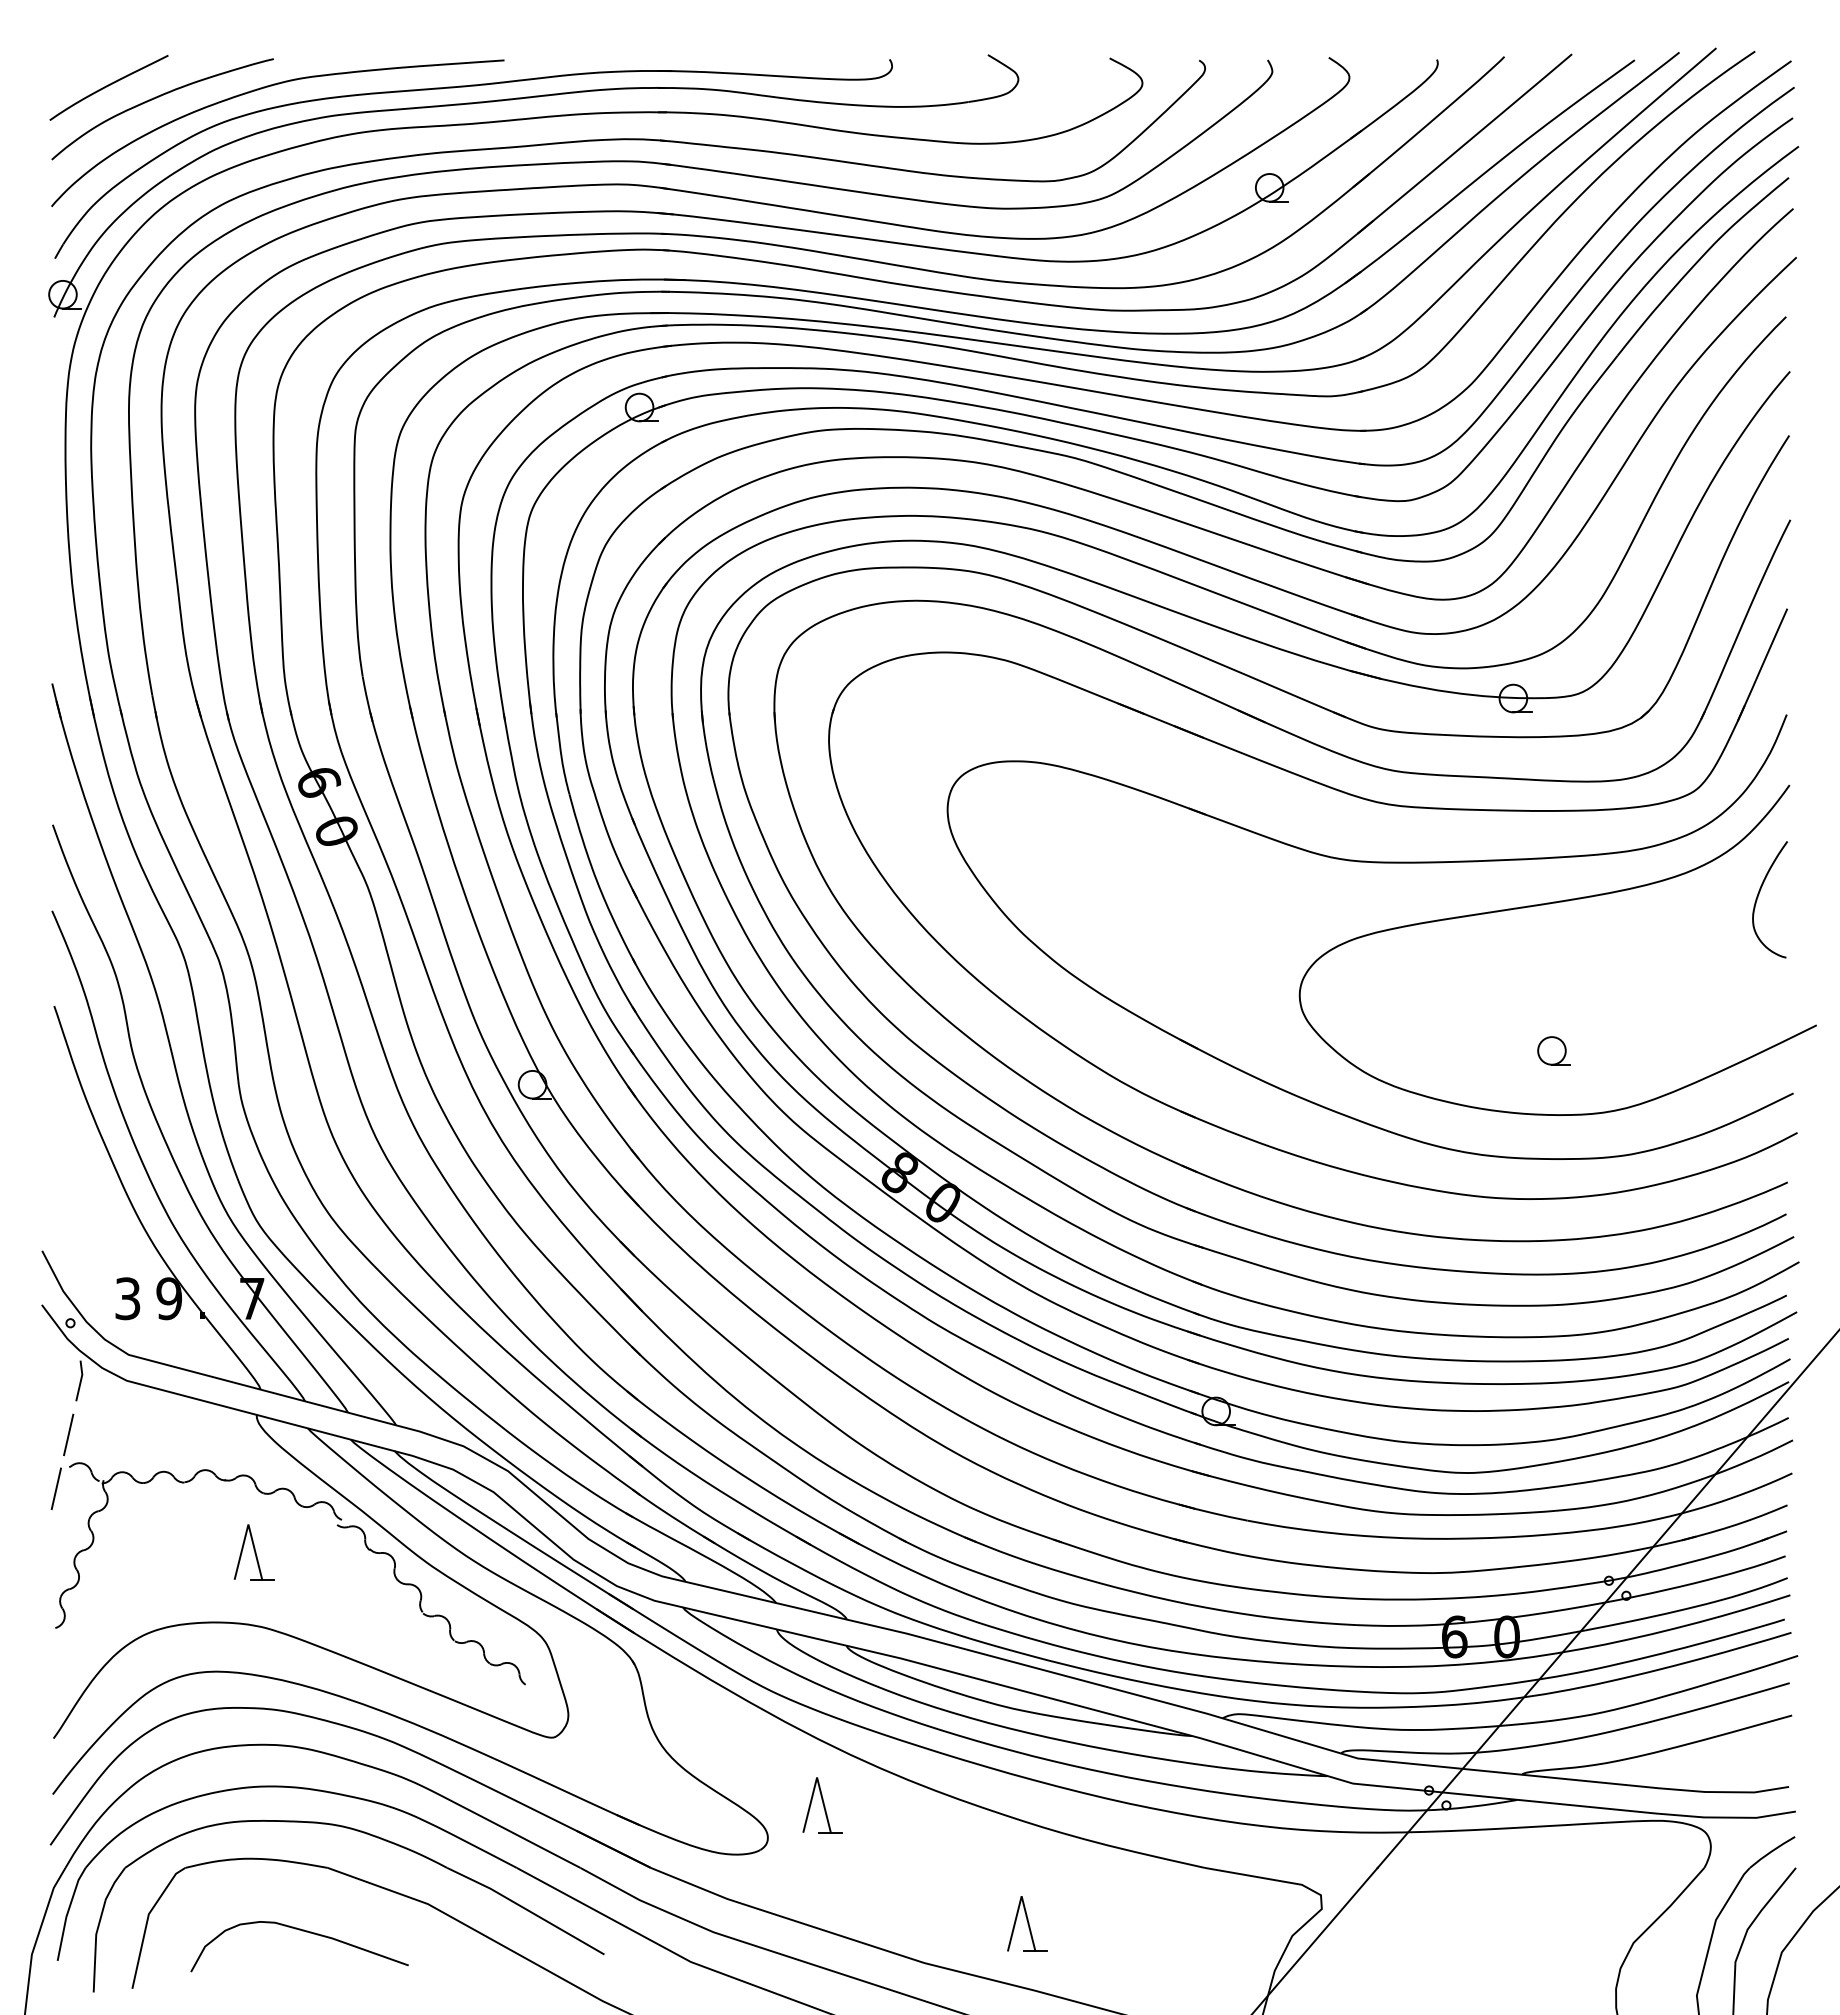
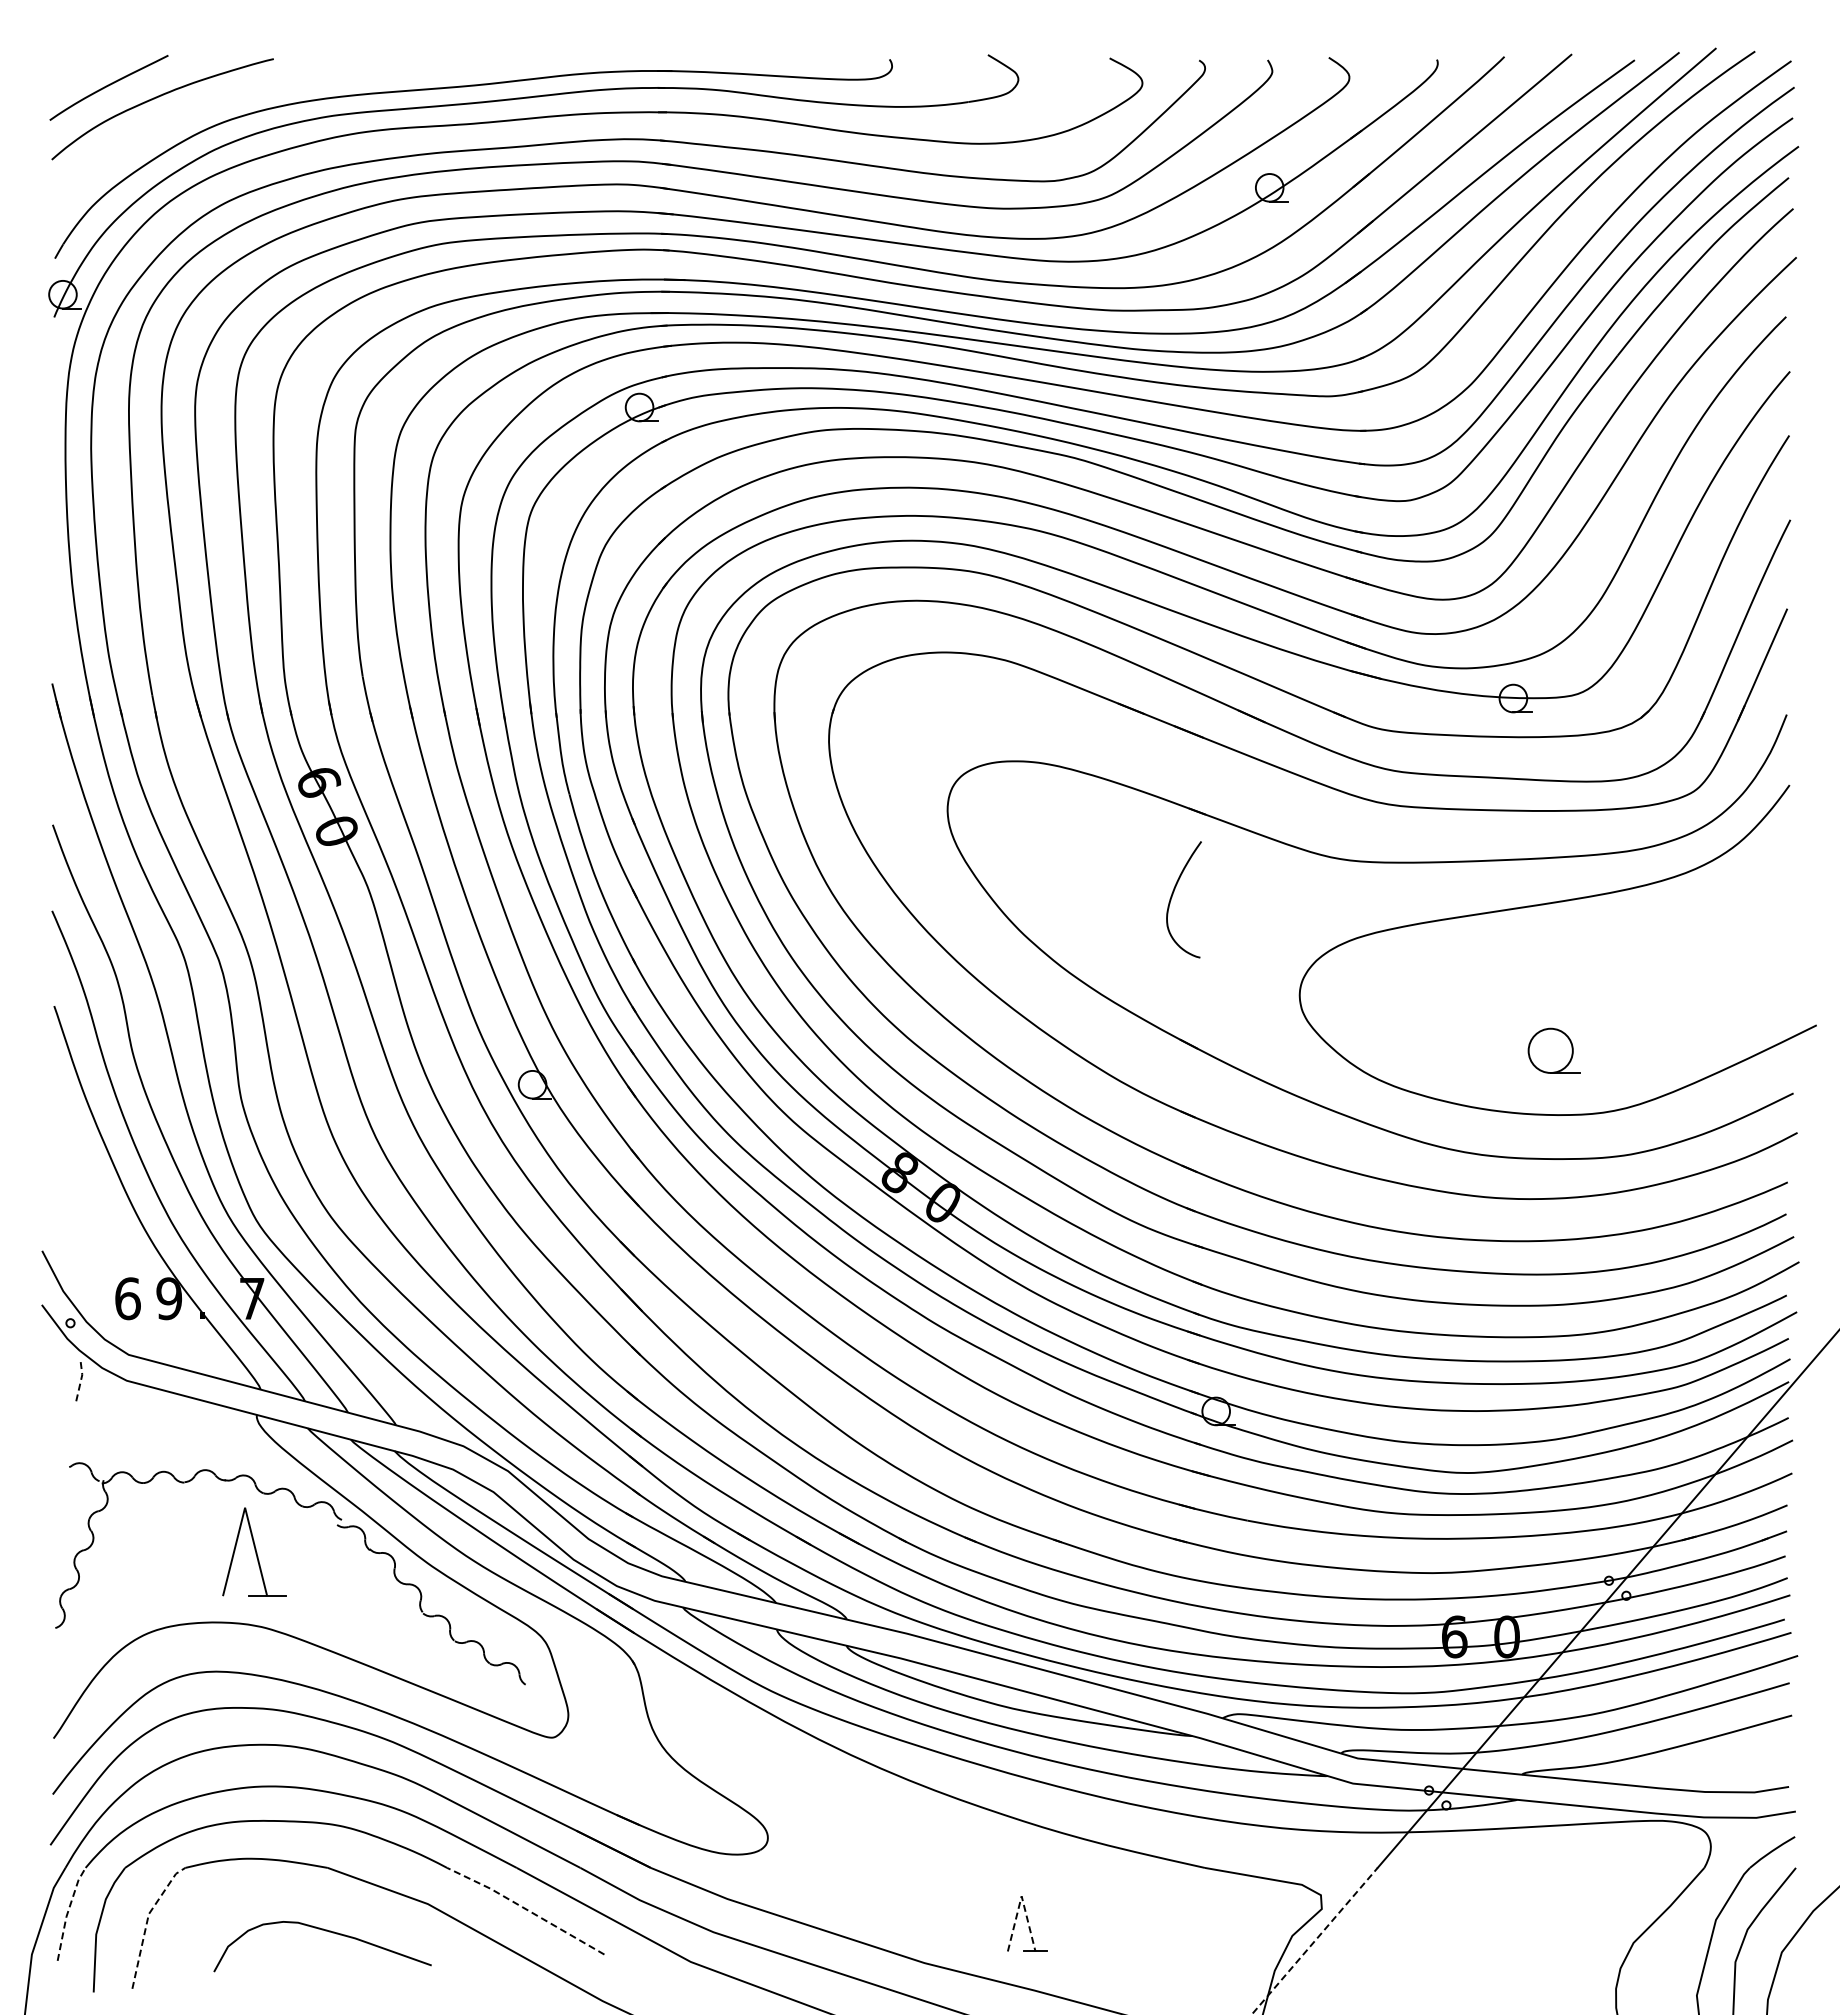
curve at (265, 88): present -> none
curve at (1759, 894) position: (1759, 894) -> (1173, 894)
part at (1553, 1050) size: 34x30 px -> 54x47 px
text at (127, 1298): 3 -> 6
line at (81, 1380): solid -> dashed
line at (68, 1434): present -> none
line at (55, 1488): present -> none
part at (253, 1552) size: 42x57 px -> 65x90 px
part at (822, 1805): present -> none
line at (1021, 1896): solid -> dashed
line at (525, 1909): solid -> dashed
line at (67, 1912): solid -> dashed
line at (147, 1921): solid -> dashed
curve at (302, 1931) position: (302, 1931) -> (325, 1931)
line at (1315, 1940): solid -> dashed
